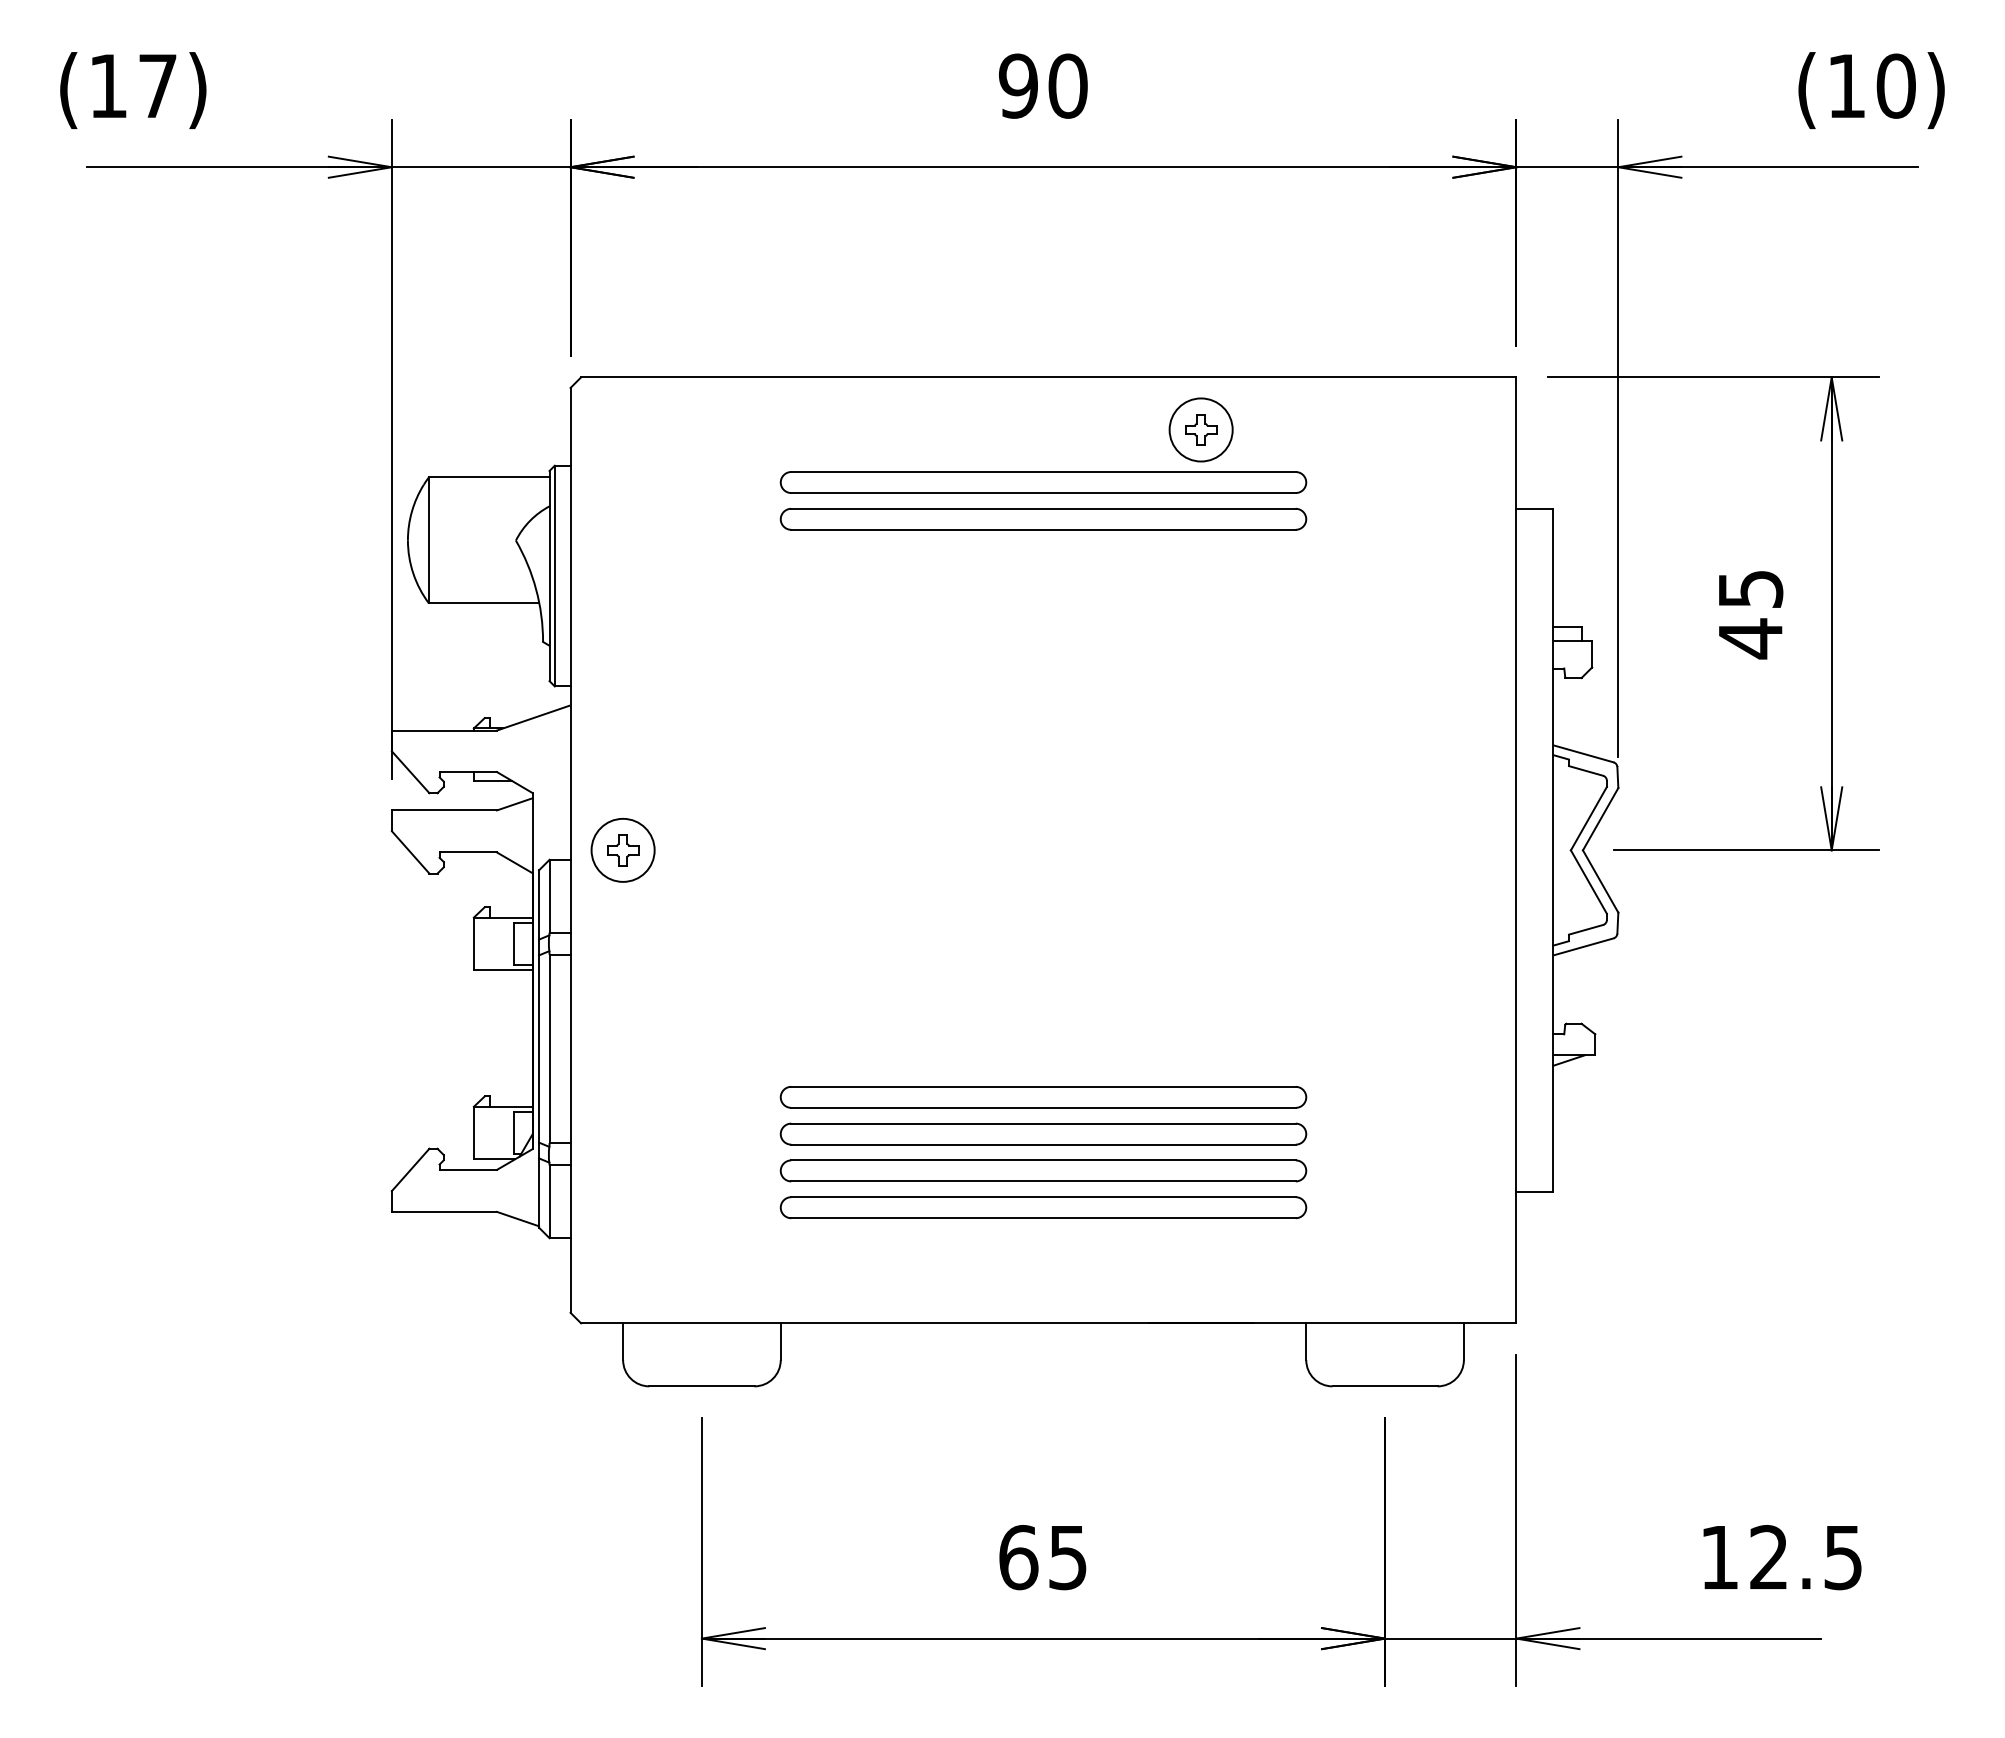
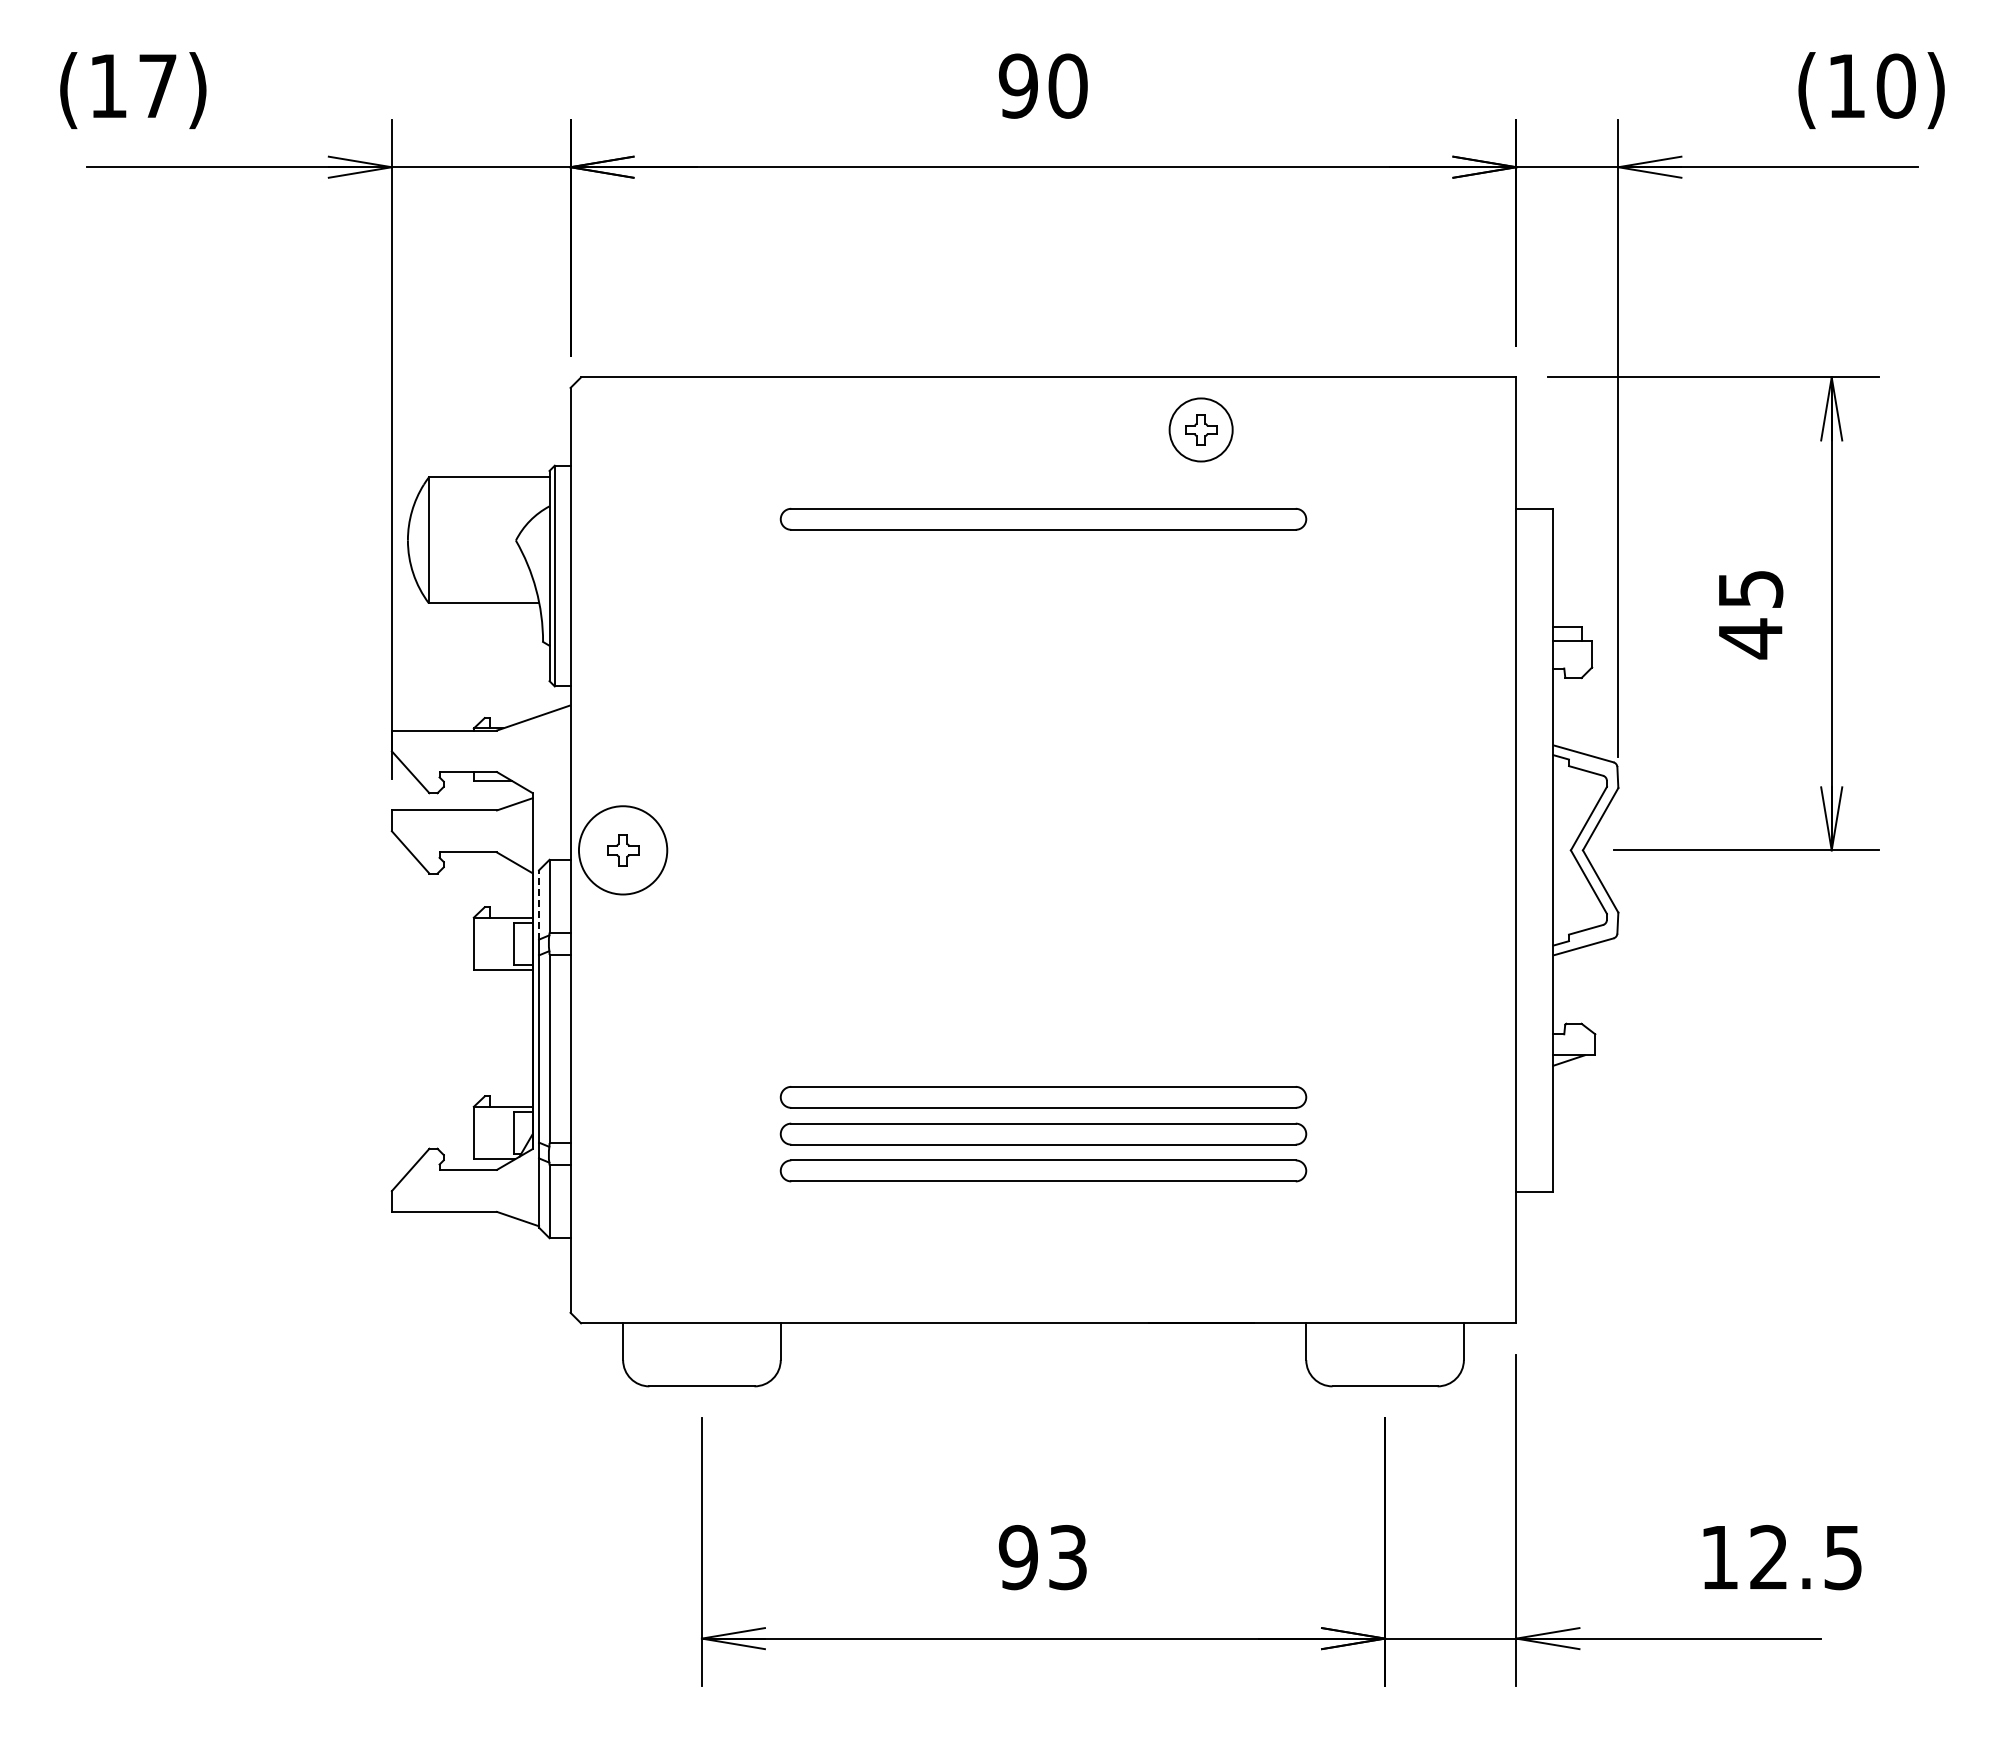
part at (1043, 482): present -> none
circle at (622, 849) diameter: 63 px -> 88 px
line at (539, 904): solid -> dashed
part at (1043, 1207): present -> none
text at (1042, 1557): 65 -> 93
